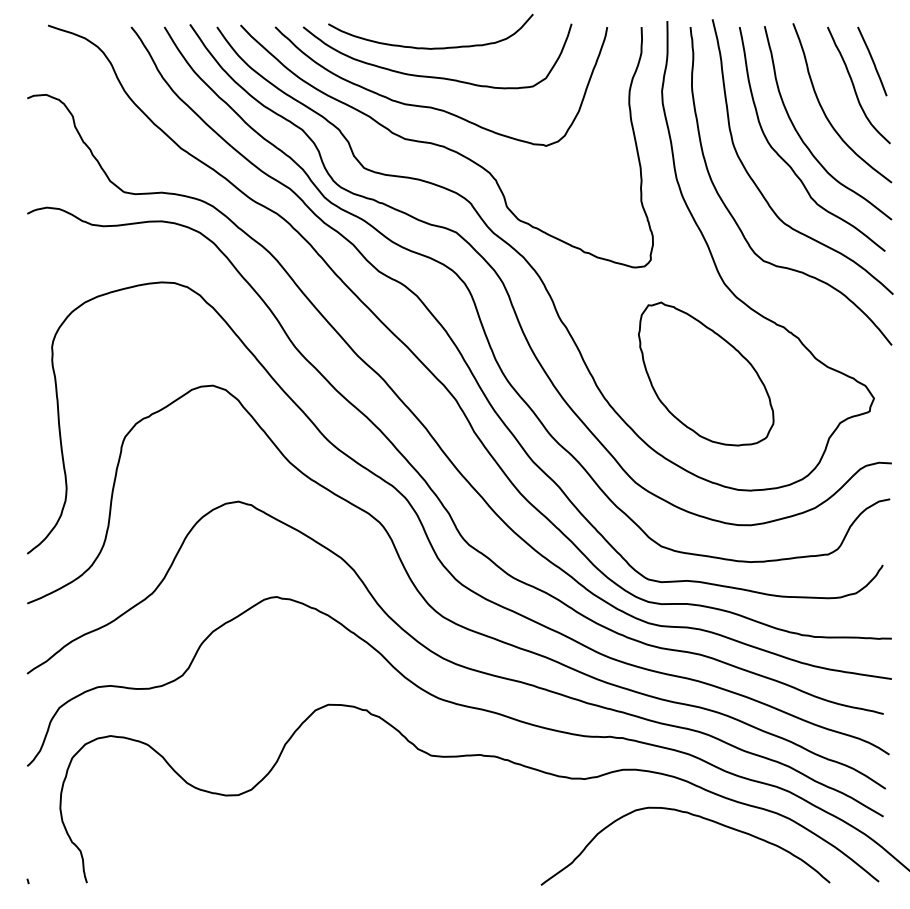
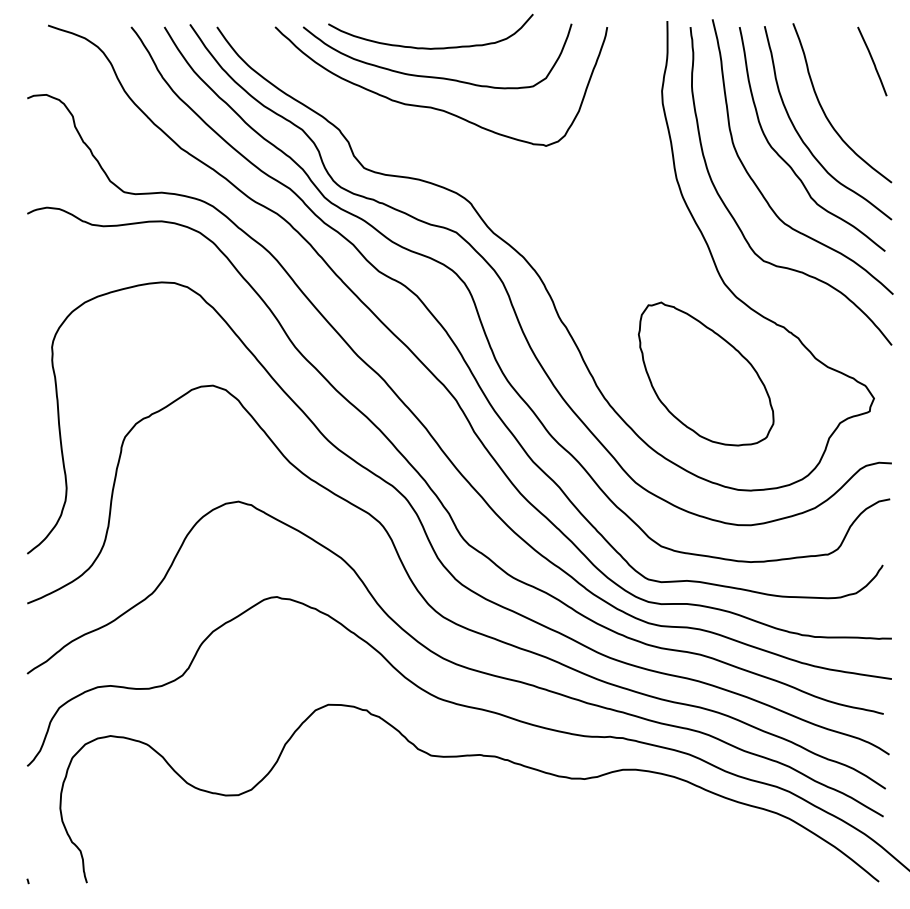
curve at (854, 85): present -> none
curve at (445, 146): present -> none
curve at (694, 816): present -> none
